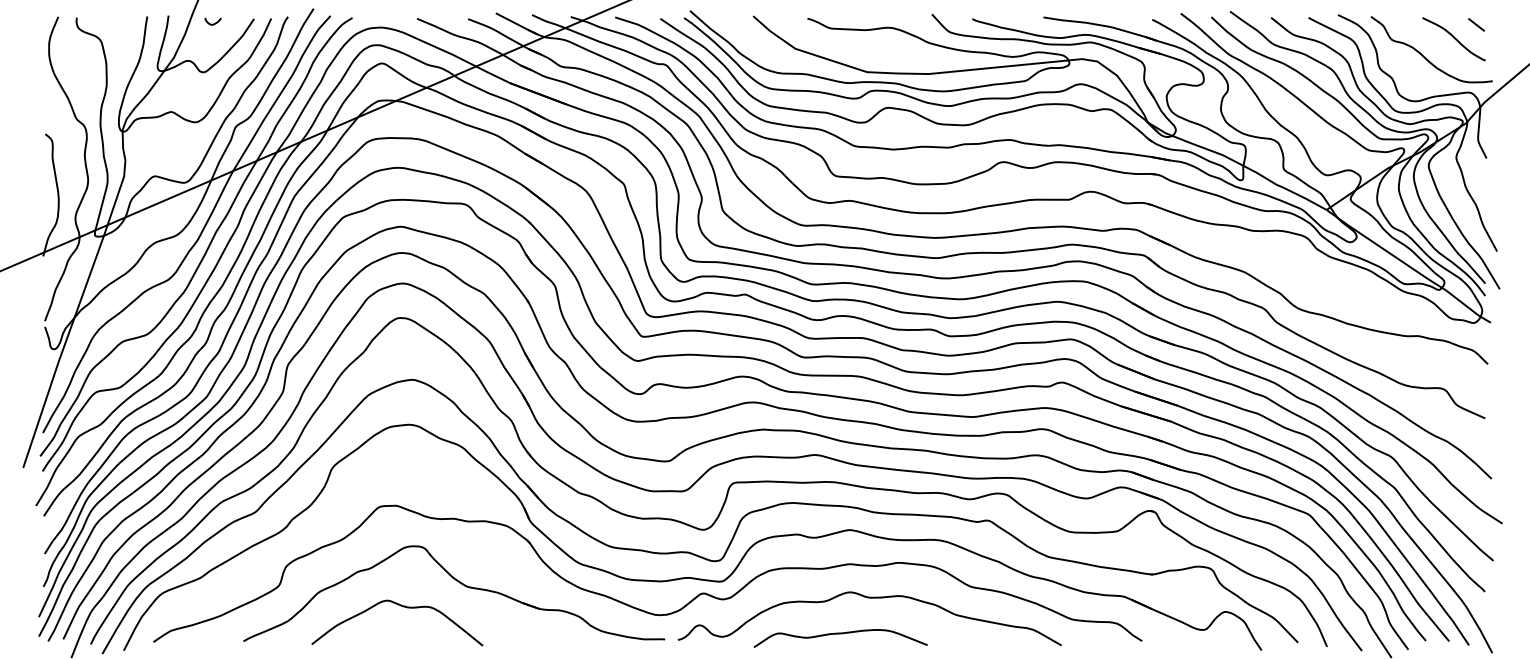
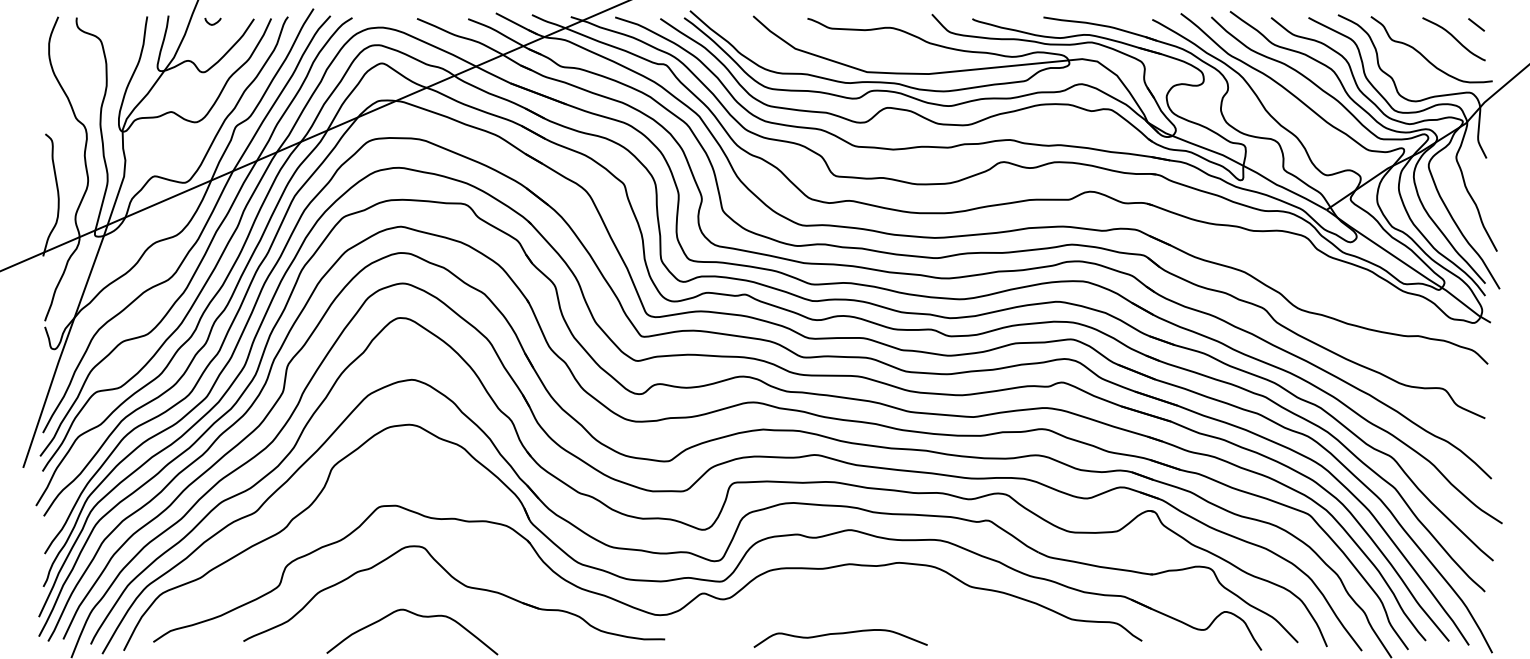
curve at (869, 598): present -> none
curve at (403, 607) position: (403, 607) -> (418, 616)
